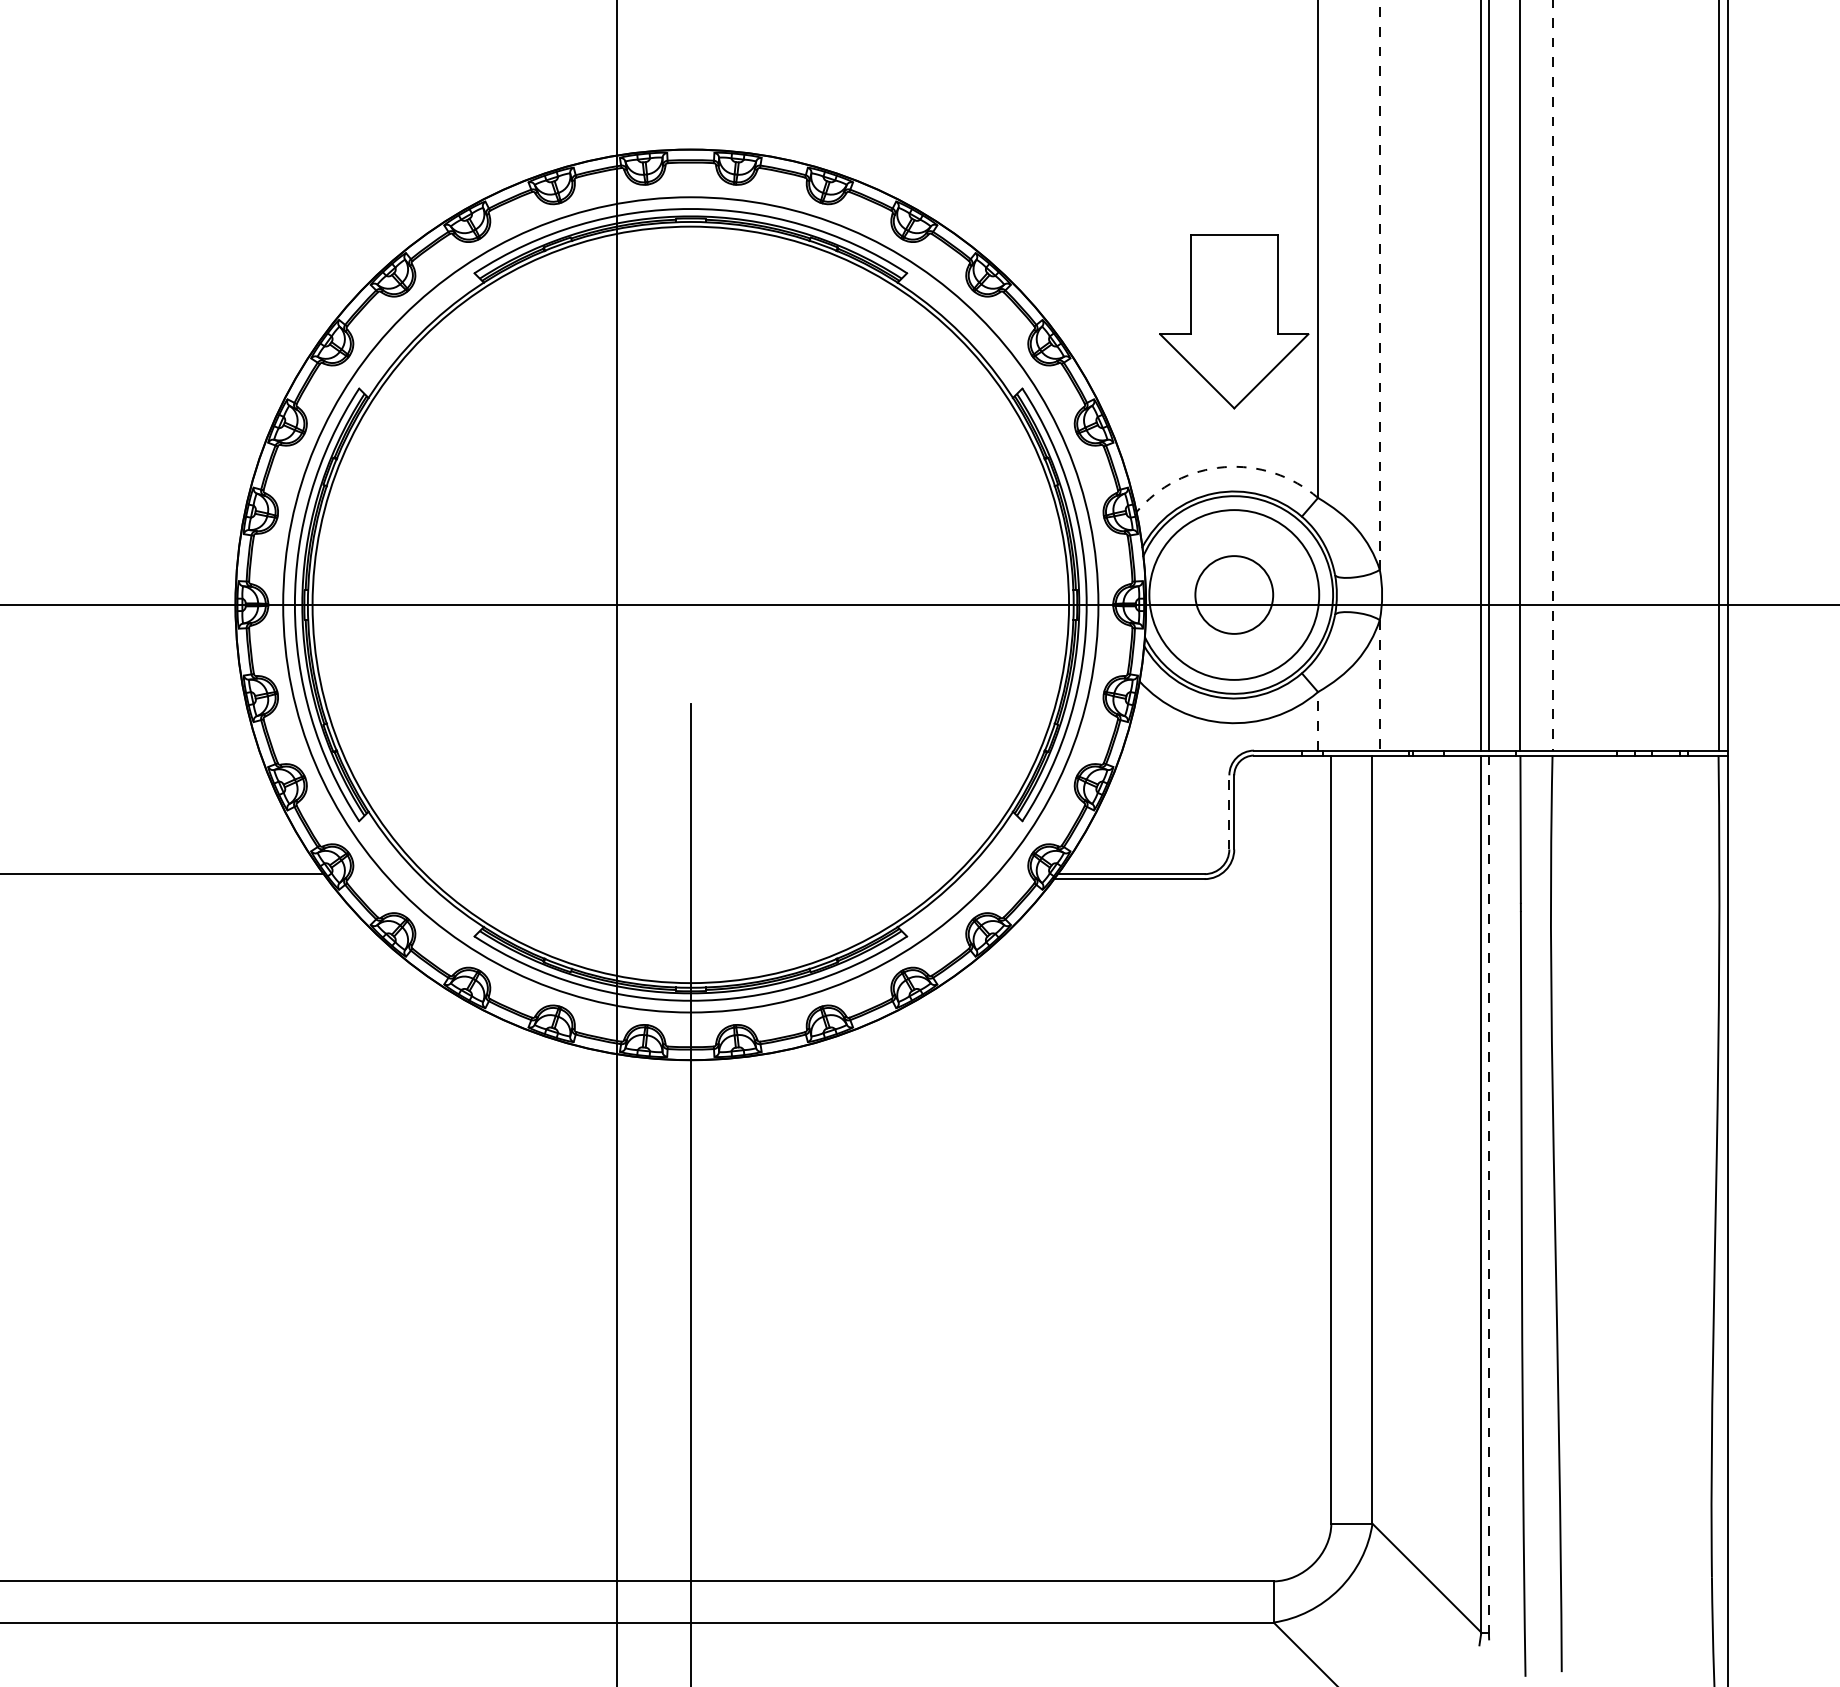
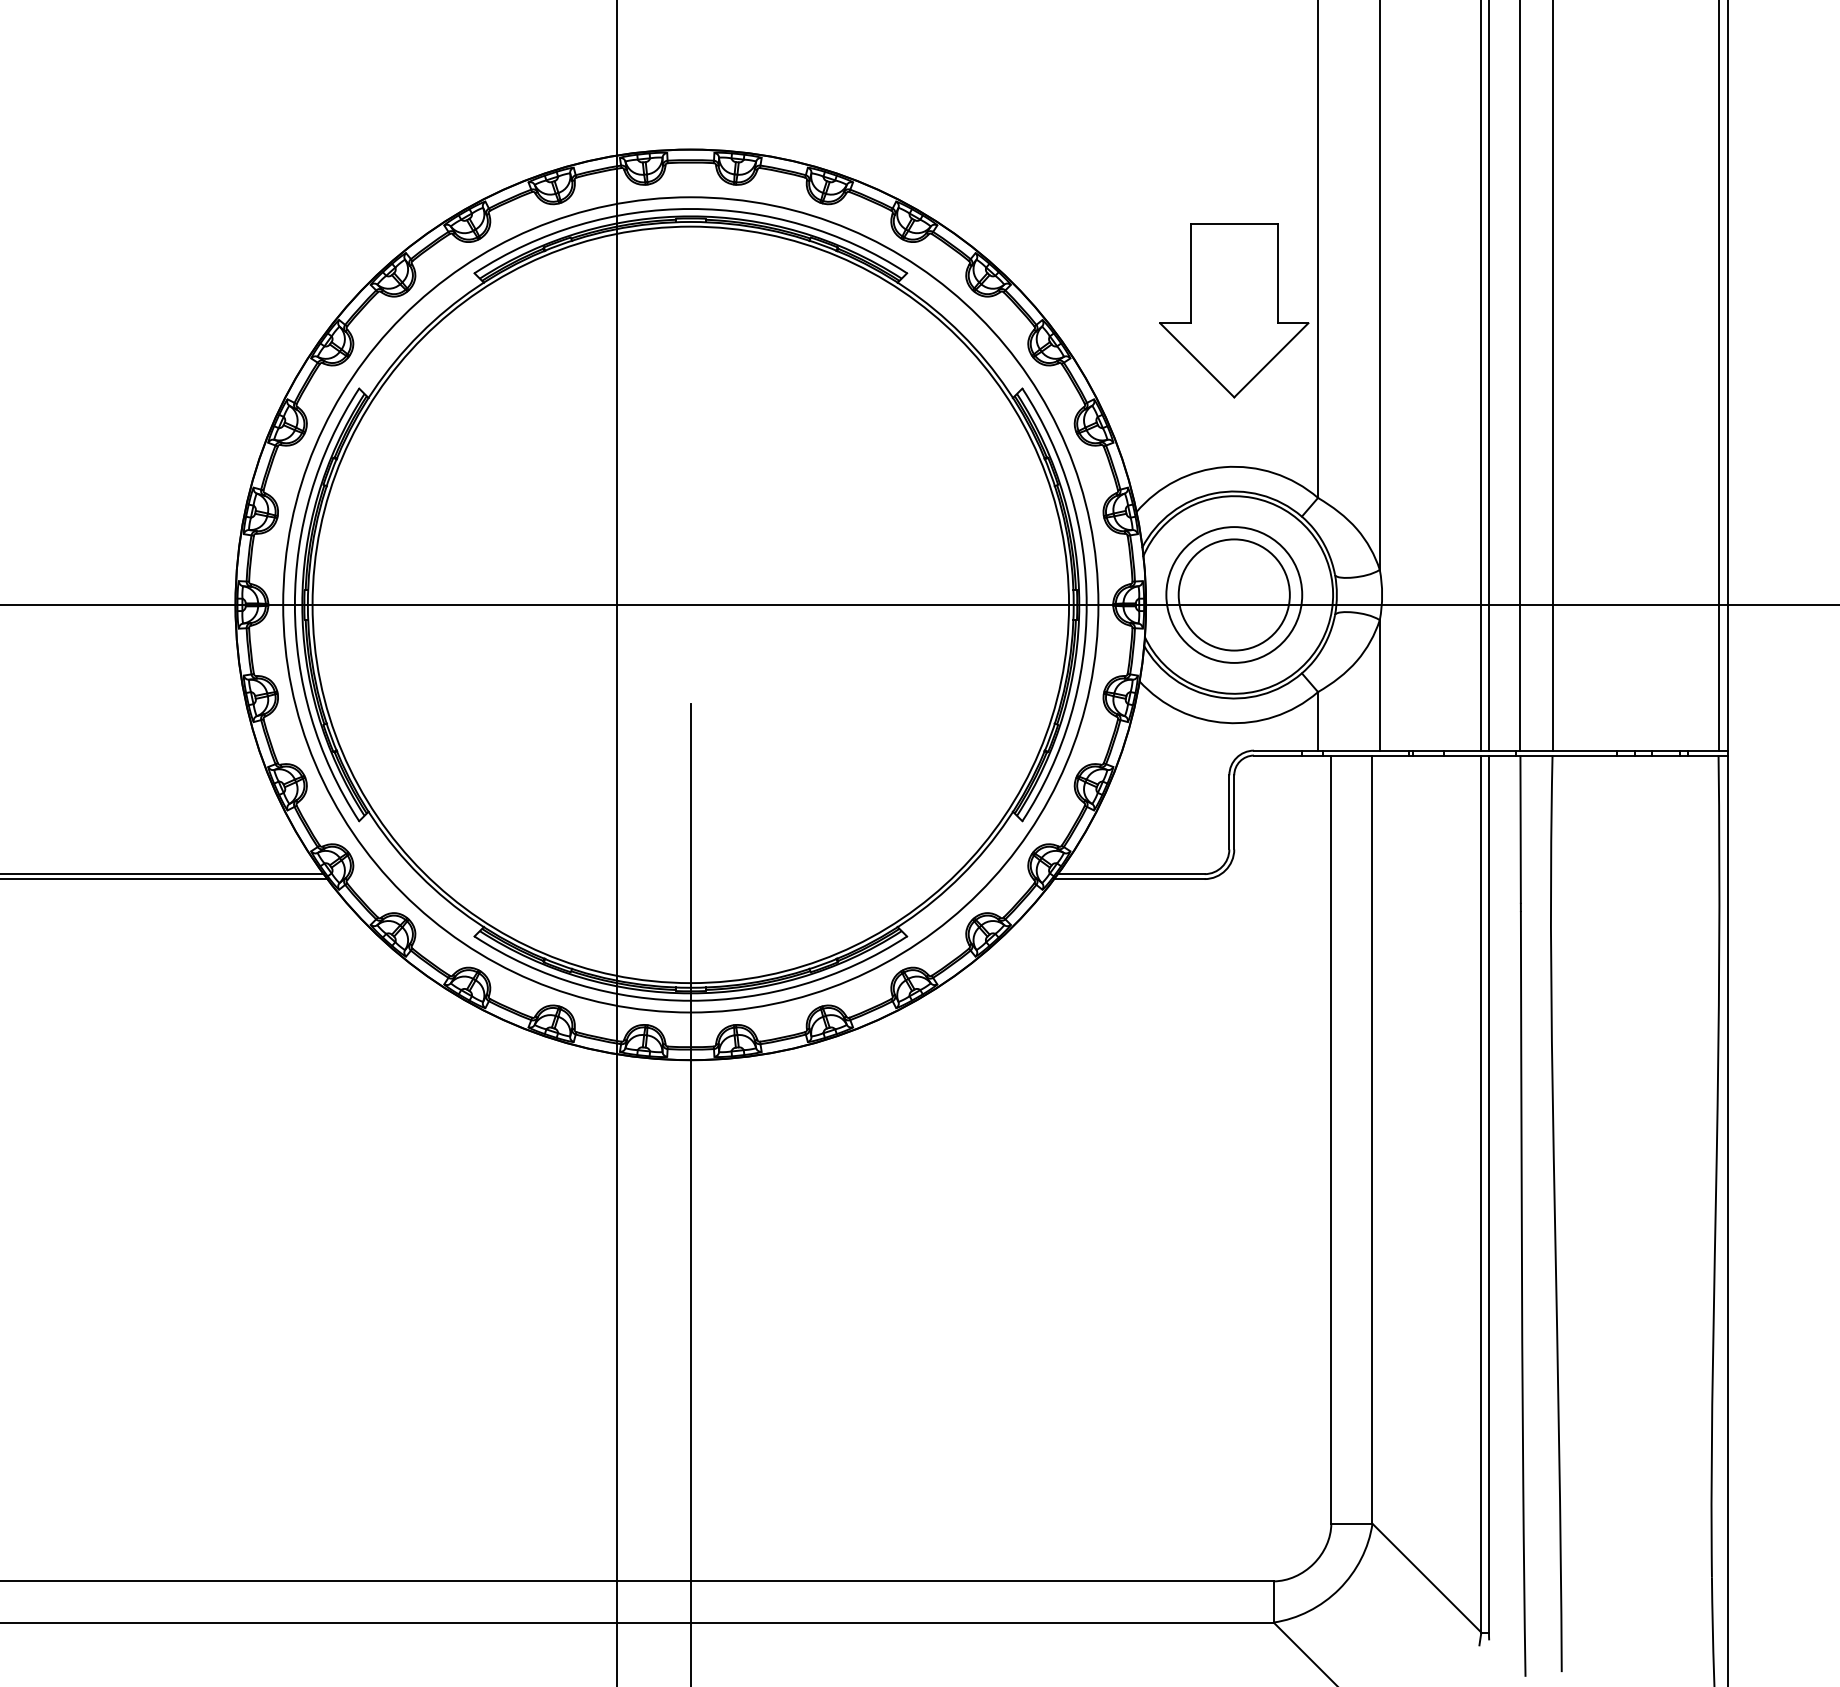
line at (1379, 285): dashed -> solid
part at (1234, 321) position: (1234, 321) -> (1234, 310)
line at (1552, 375): dashed -> solid
arc at (1224, 467): dashed -> solid
circle at (1234, 594) diameter: 170 px -> 136 px
circle at (1234, 594) diameter: 78 px -> 111 px
line at (1379, 685): dashed -> solid
line at (1318, 720): dashed -> solid
line at (1229, 811): dashed -> solid
line at (164, 879): none -> present
line at (1488, 1194): dashed -> solid
